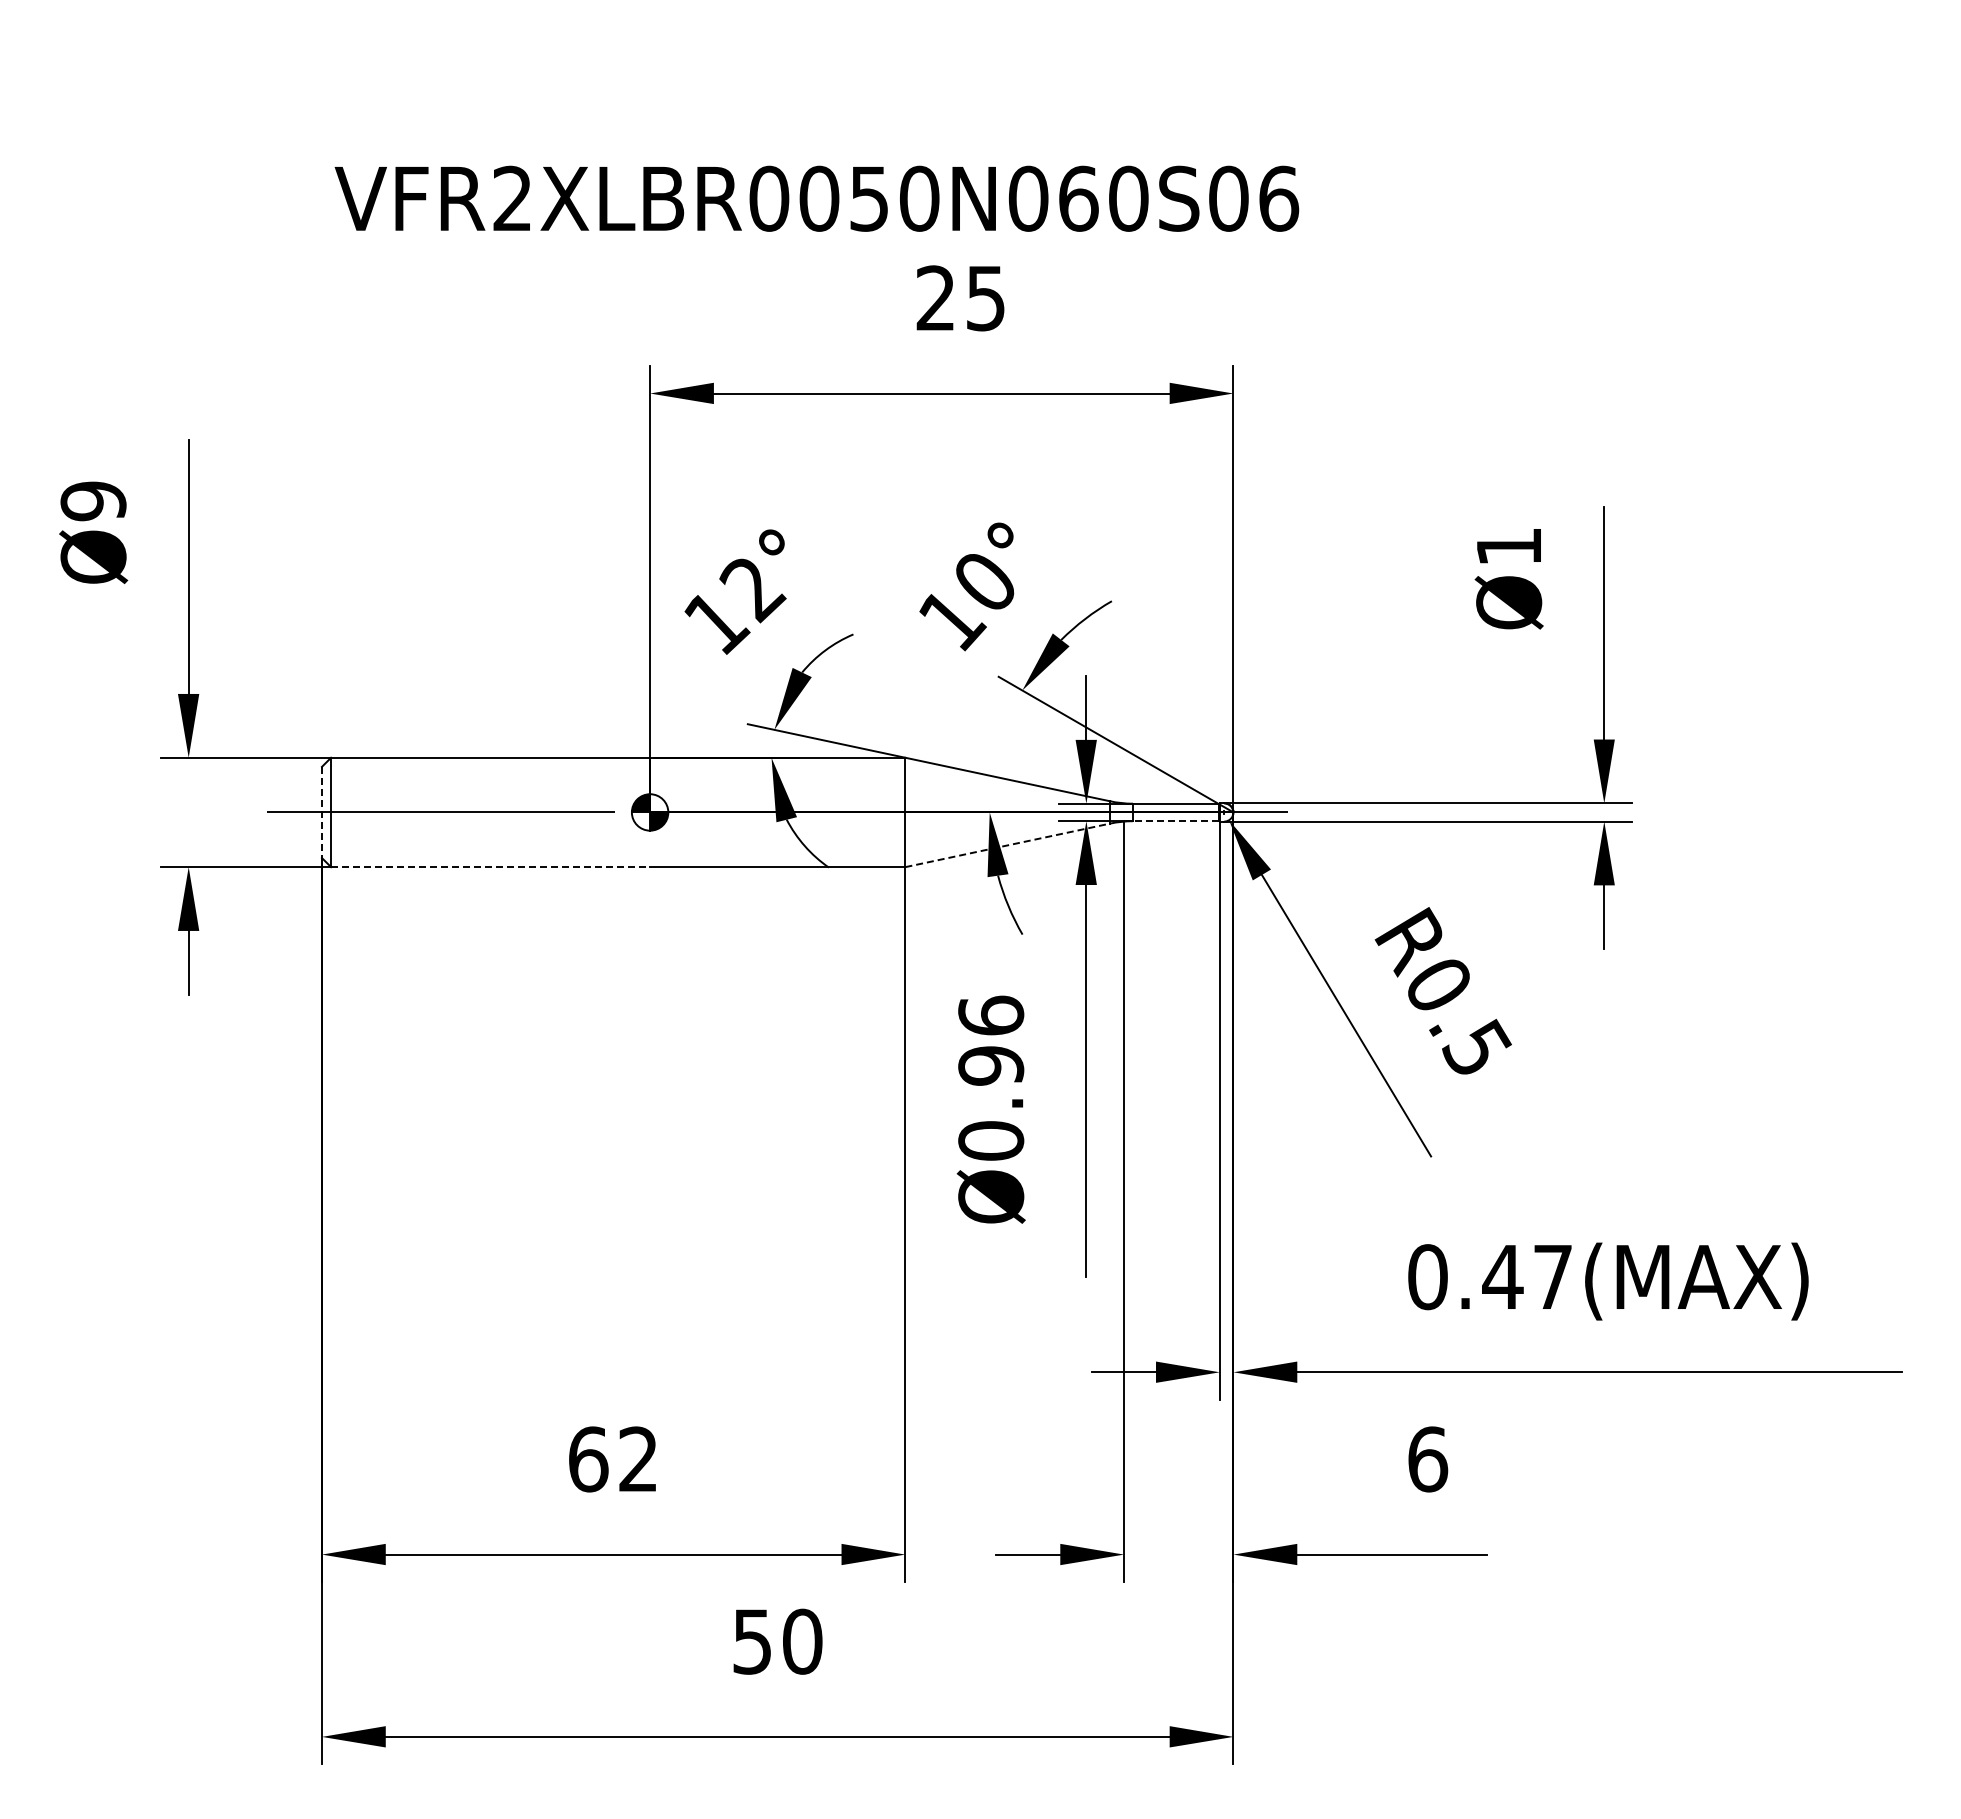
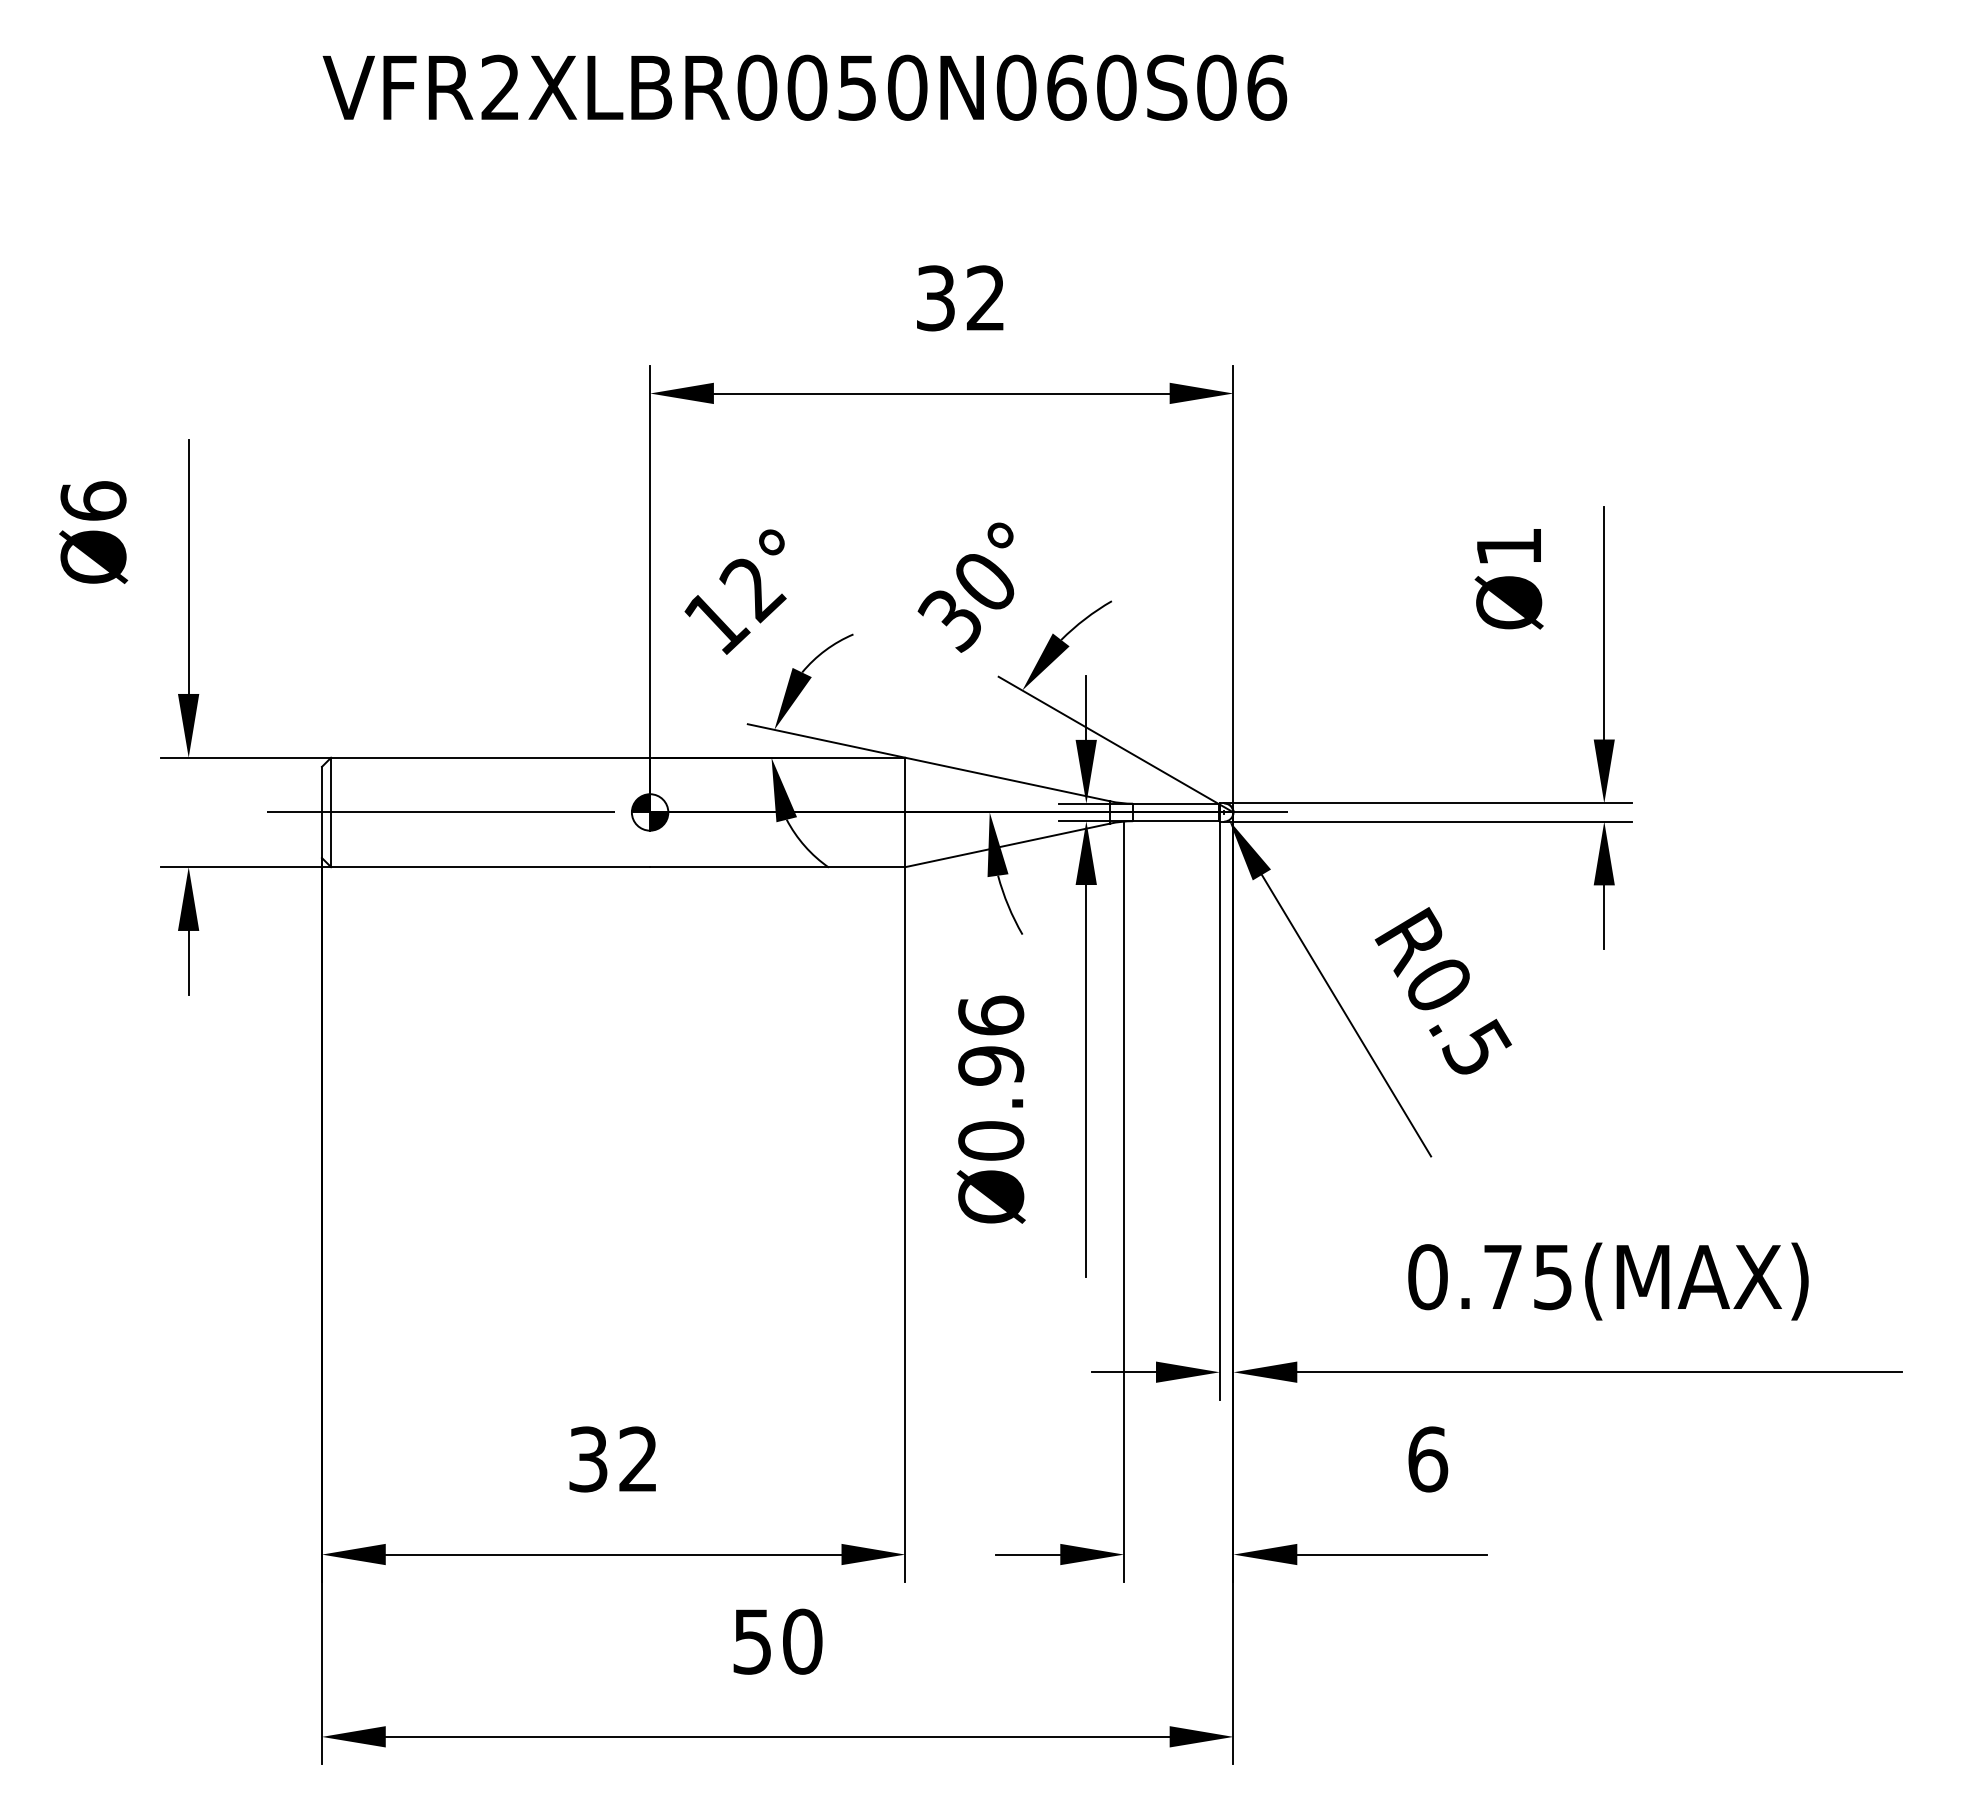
text at (816, 198) position: (816, 198) -> (804, 87)
text at (960, 298): 25 -> 32
text at (93, 501): Ø9 -> Ø6
text at (951, 621): 10° -> 30°
line at (321, 812): dashed -> solid
line at (1175, 821): dashed -> solid
line at (1007, 845): dashed -> solid
line at (490, 867): dashed -> solid
text at (1526, 1277): 0.47(MAX) -> 0.75(MAX)
text at (588, 1459): 62 -> 32
